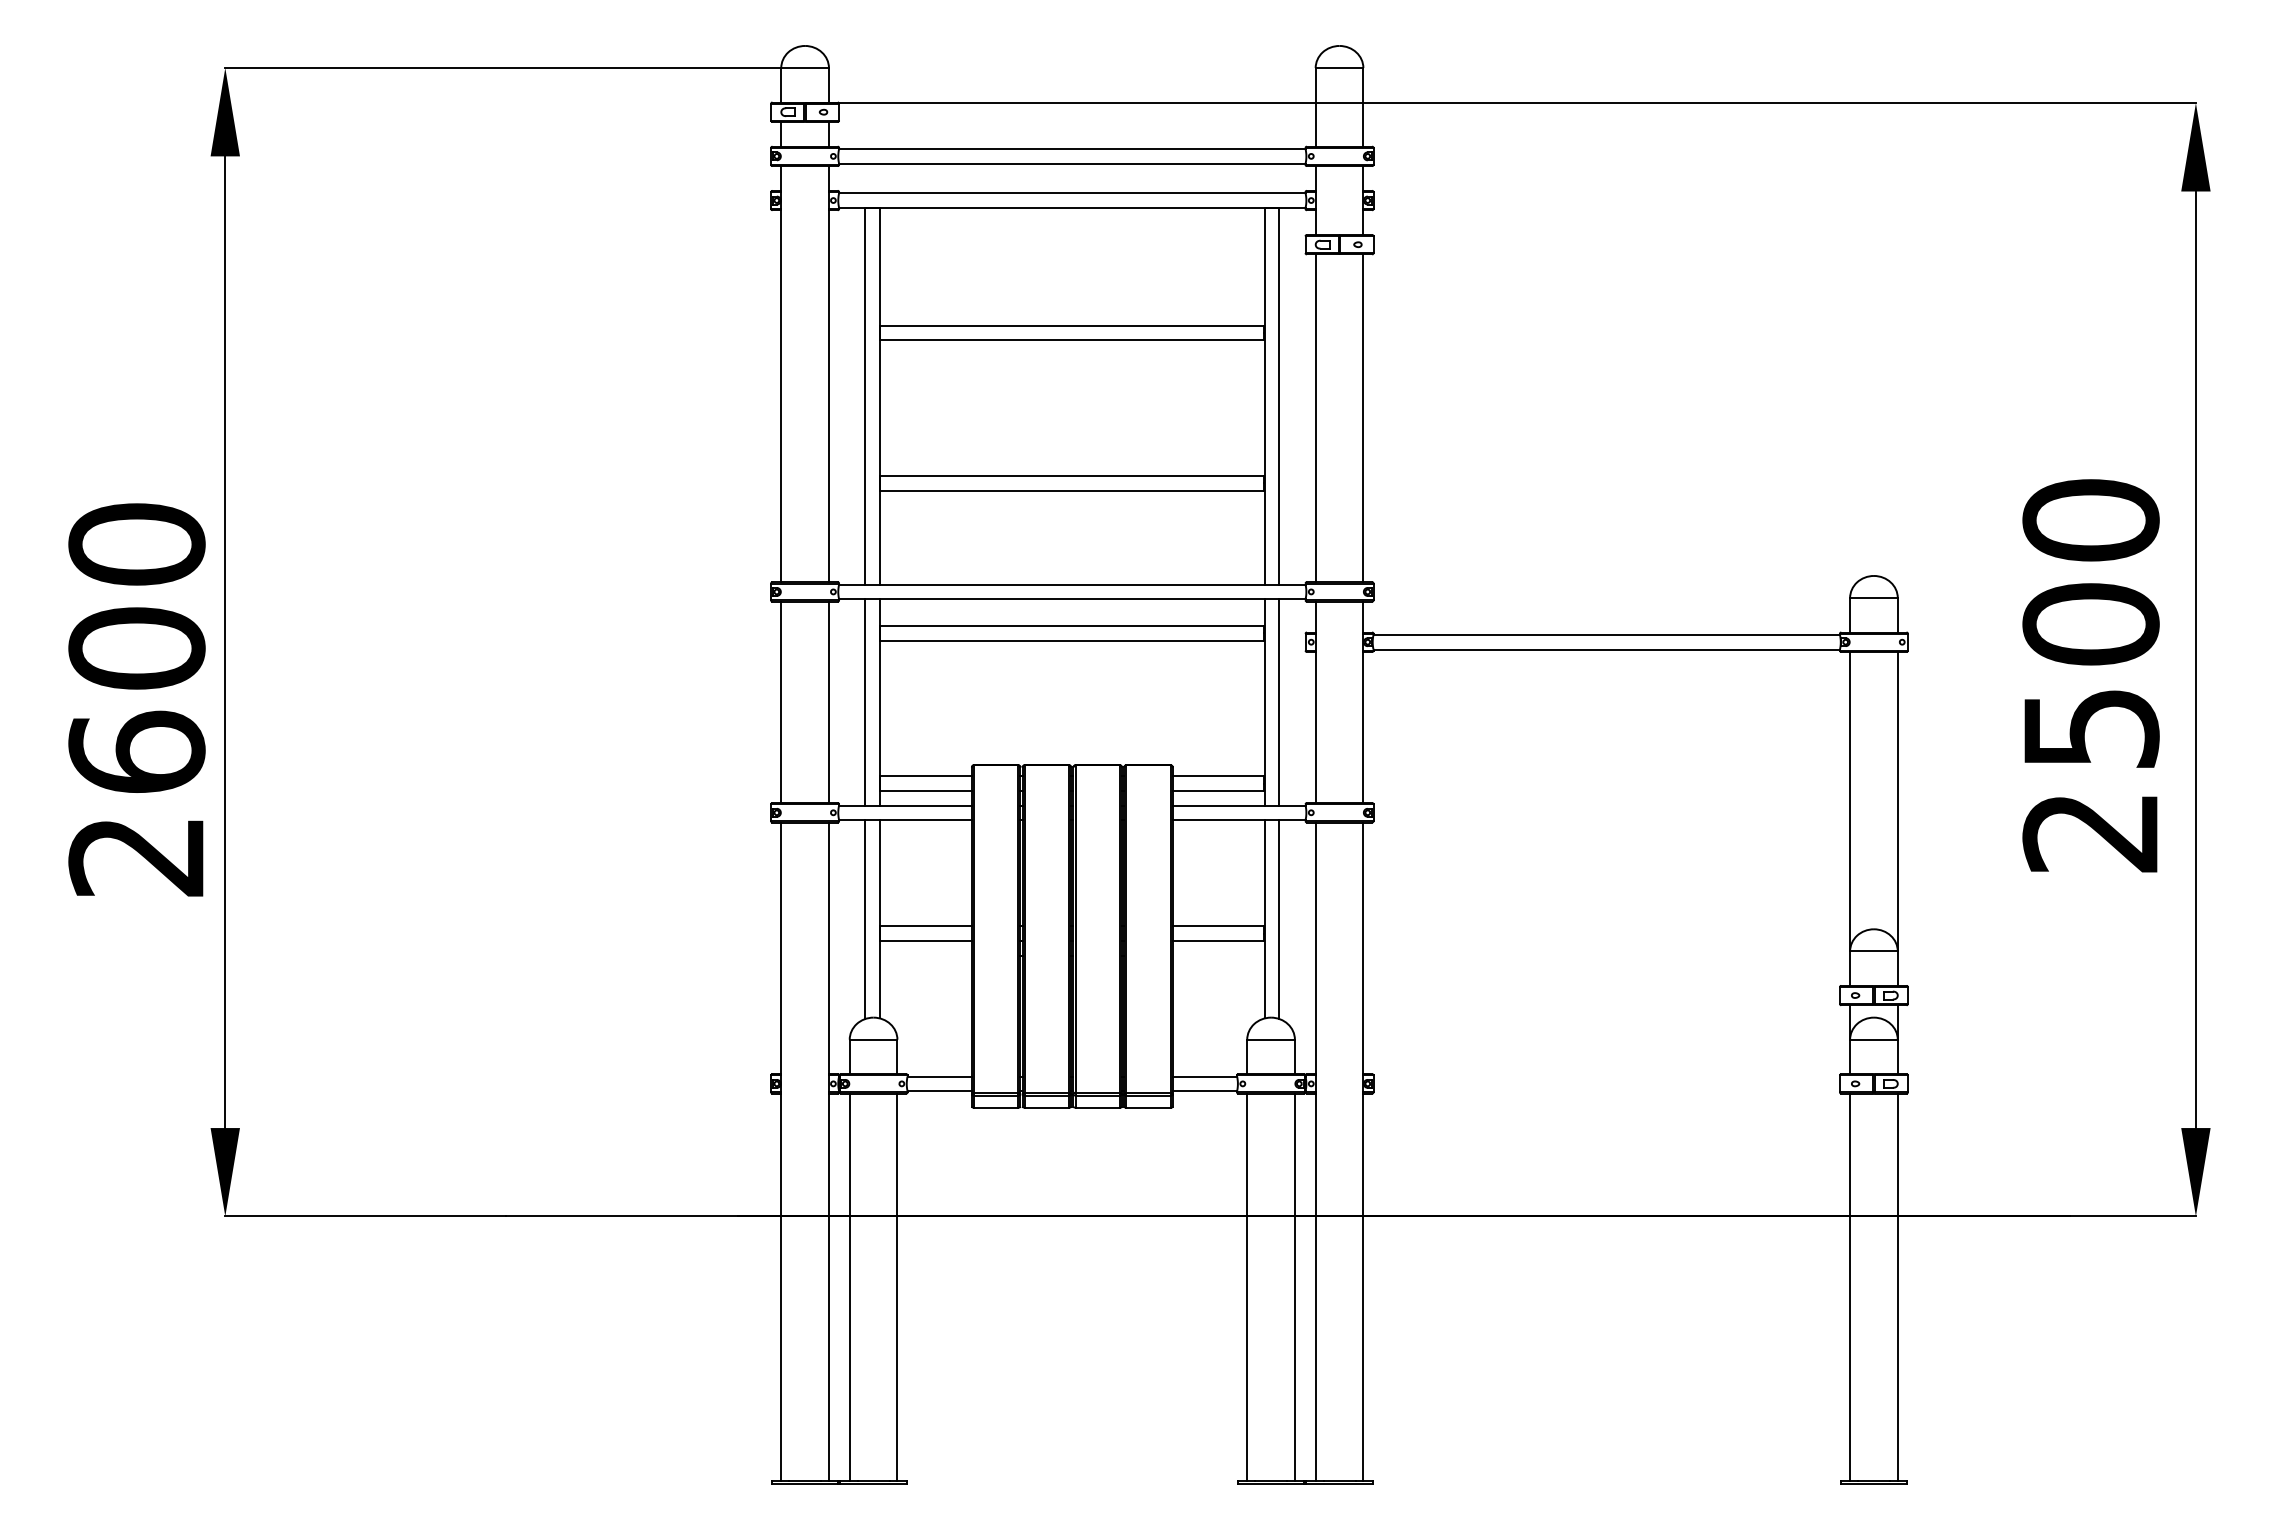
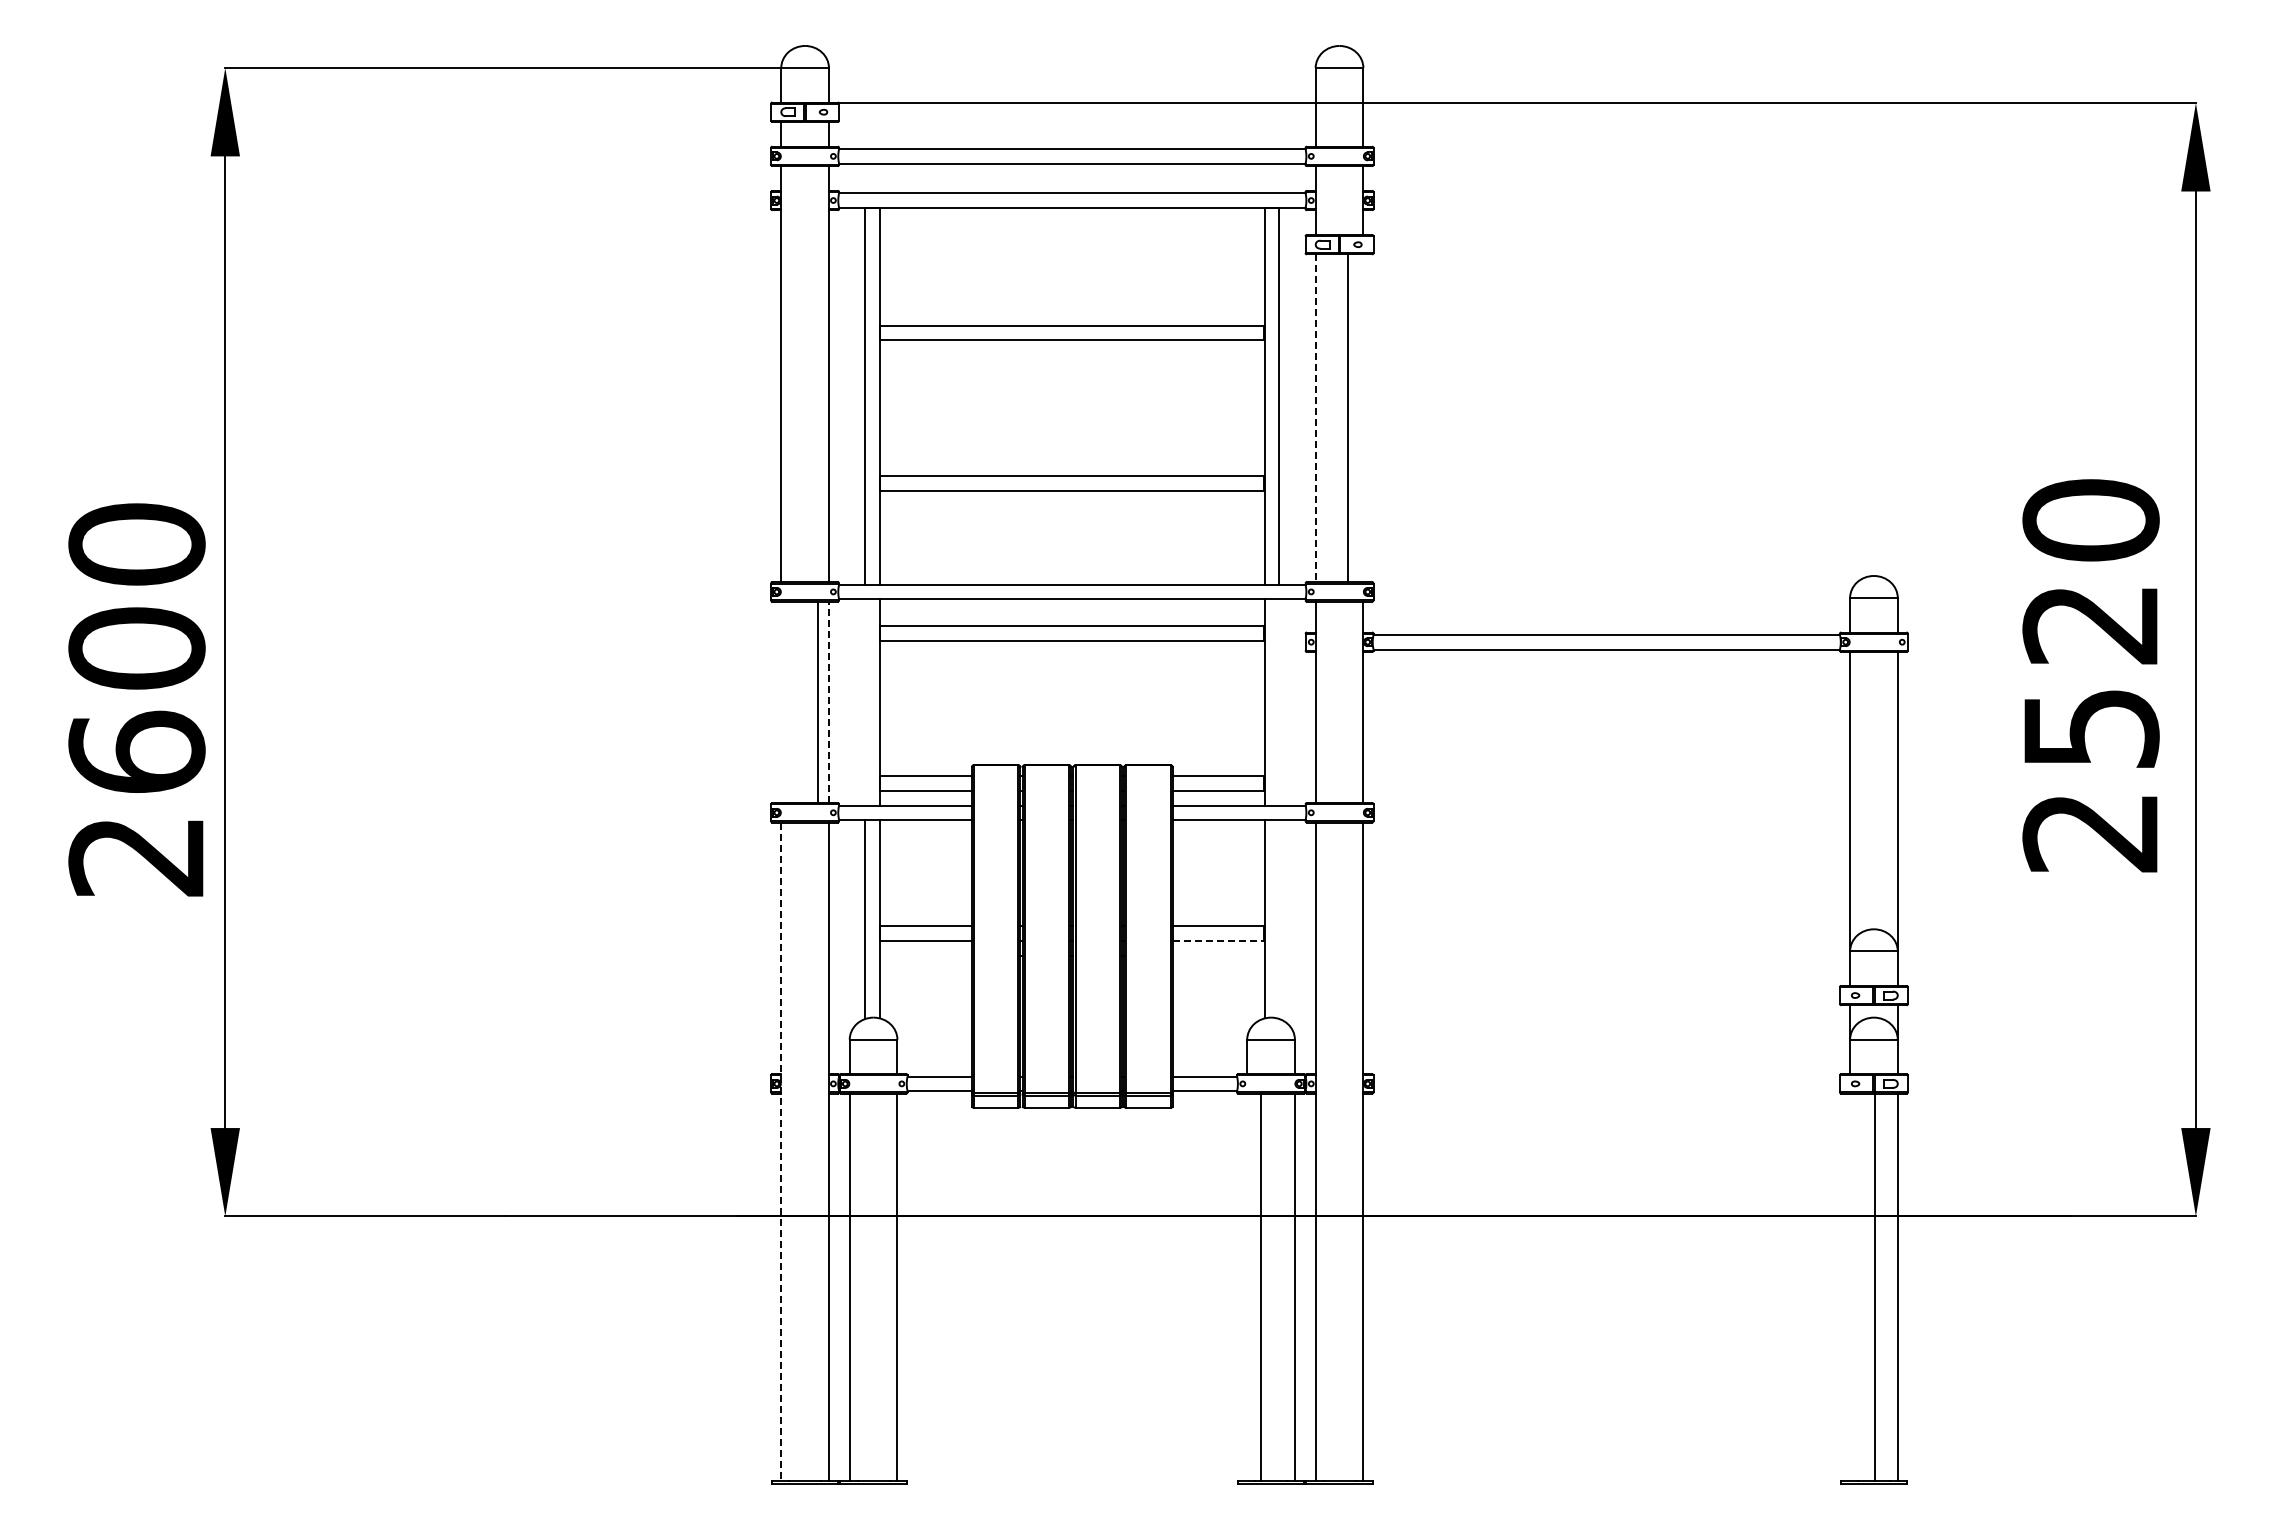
line at (1315, 418): solid -> dashed
line at (1363, 418) position: (1363, 418) -> (1348, 418)
text at (2090, 624): 2500 -> 2520
line at (781, 702) position: (781, 702) -> (818, 702)
line at (828, 702): solid -> dashed
line at (865, 702): present -> none
line at (1279, 702): present -> none
line at (1279, 919): present -> none
line at (1218, 941): solid -> dashed
line at (781, 1152): solid -> dashed
line at (1247, 1287) position: (1247, 1287) -> (1261, 1287)
line at (1850, 1287) position: (1850, 1287) -> (1875, 1287)
